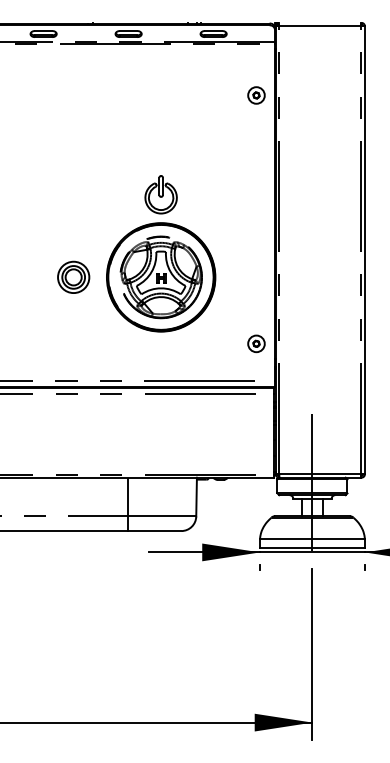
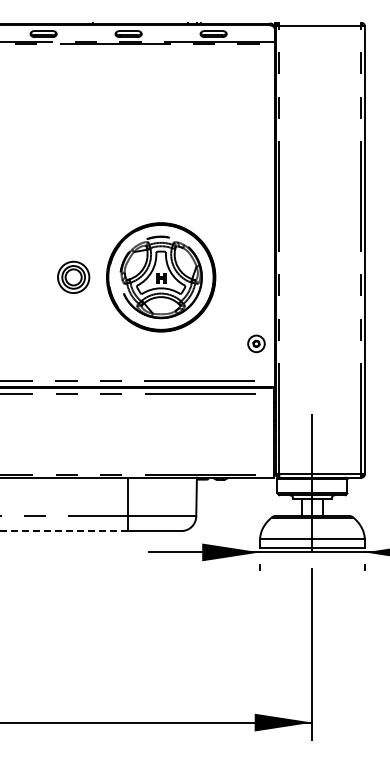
part at (256, 95): present -> none
part at (160, 194): present -> none
line at (63, 531): solid -> dashed
